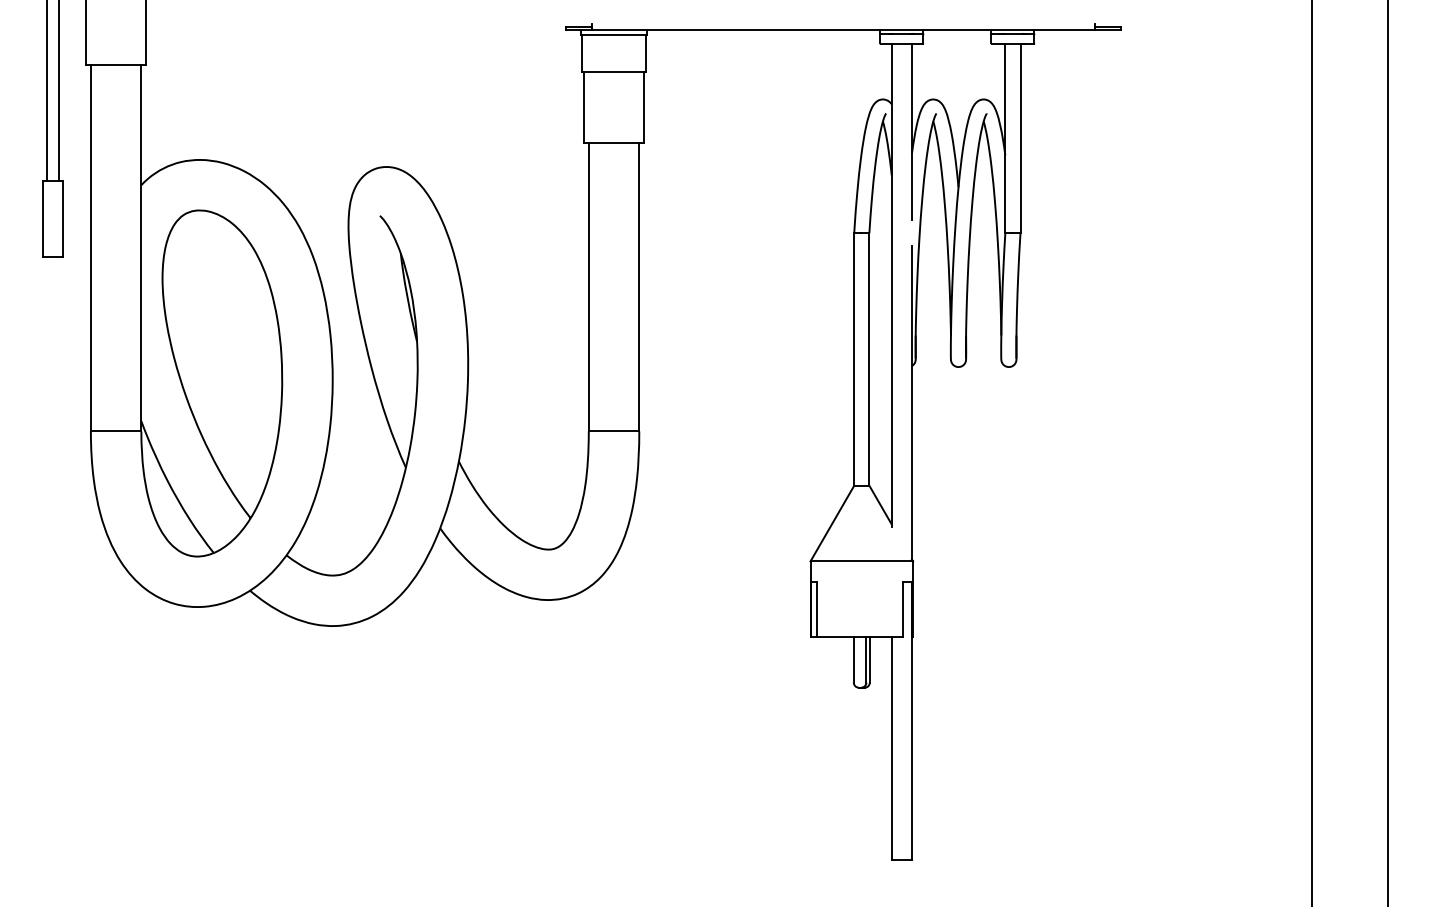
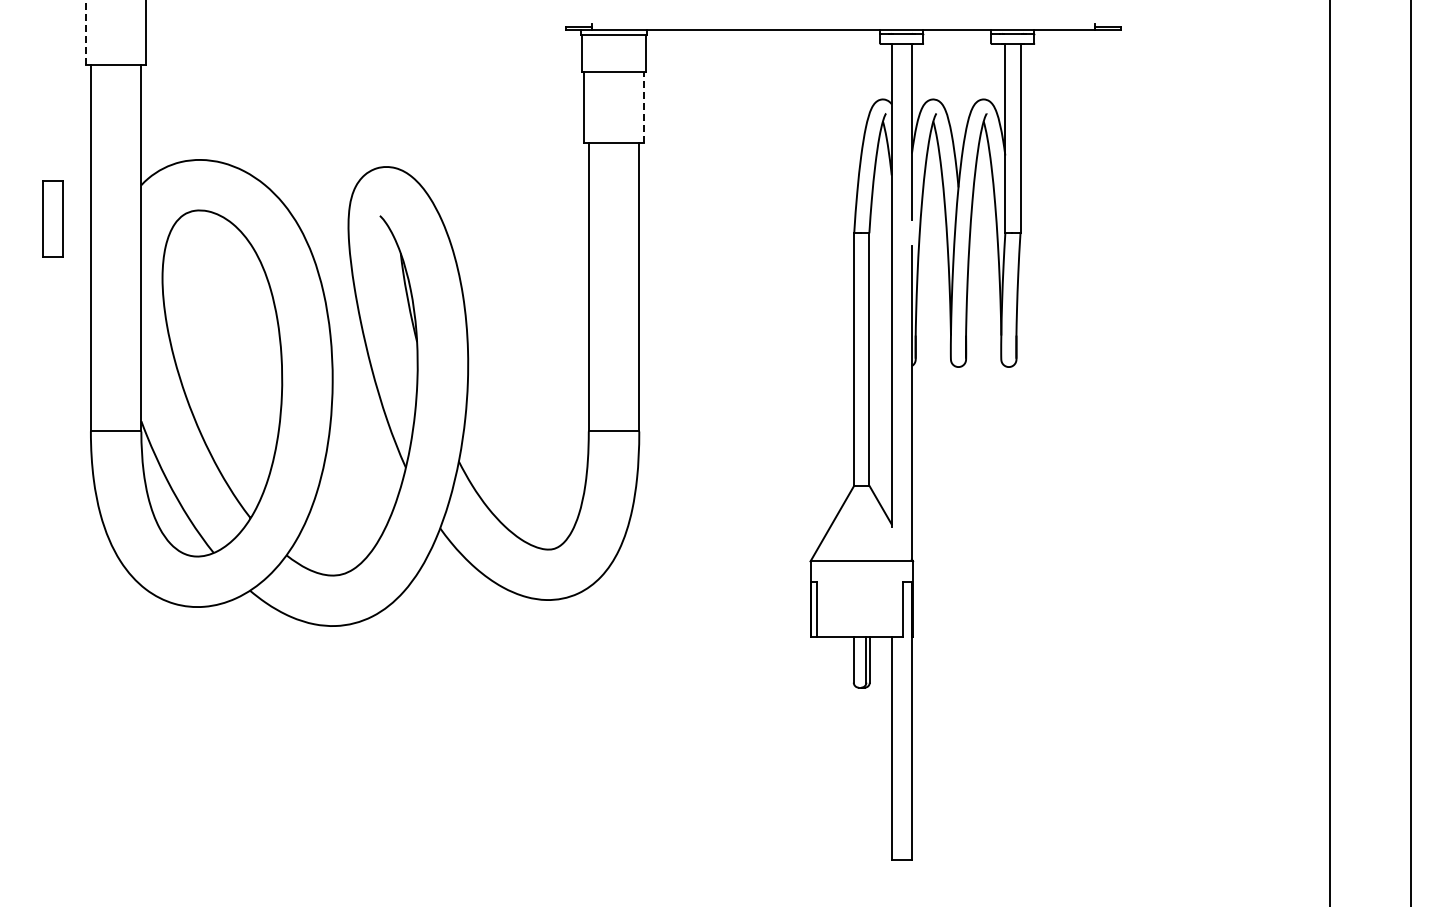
line at (85, 31): solid -> dashed
line at (46, 91): present -> none
line at (59, 91): present -> none
line at (644, 107): solid -> dashed
line at (1312, 452) position: (1312, 452) -> (1330, 452)
line at (1388, 452) position: (1388, 452) -> (1411, 452)
